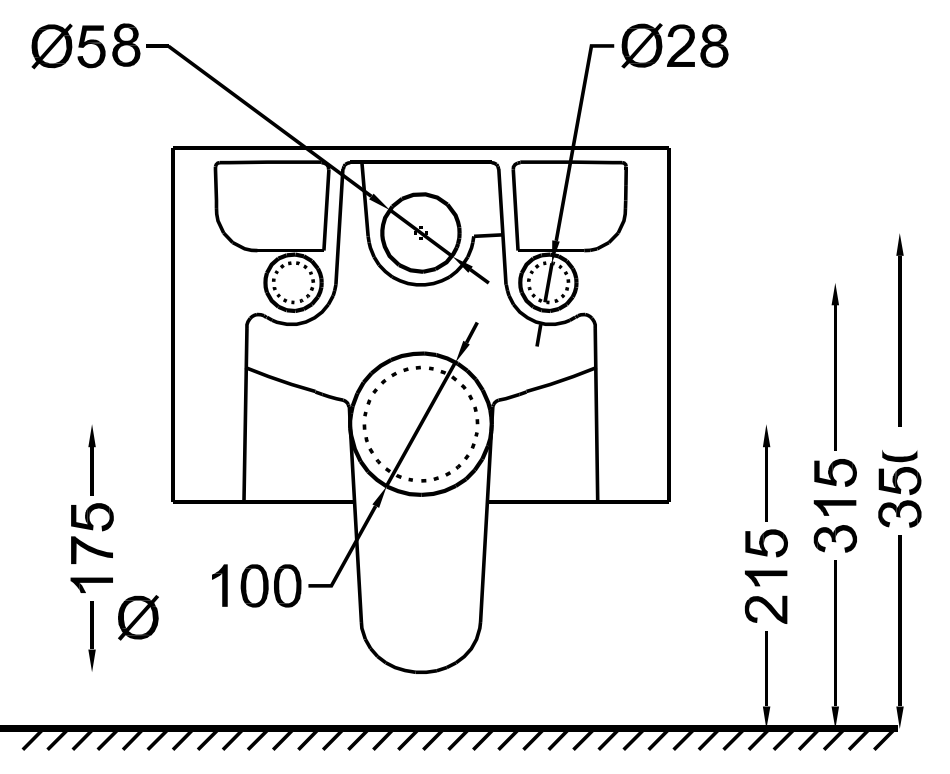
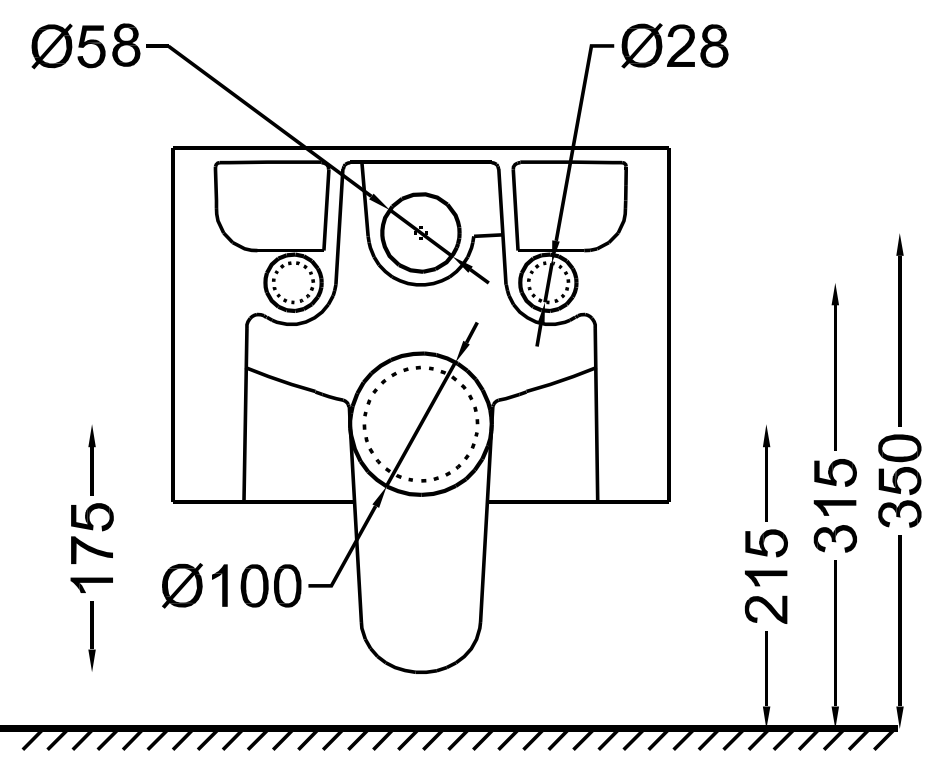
fill at (541, 313): none -> present
fill at (899, 445): none -> present
part at (138, 617) position: (138, 617) -> (182, 585)
